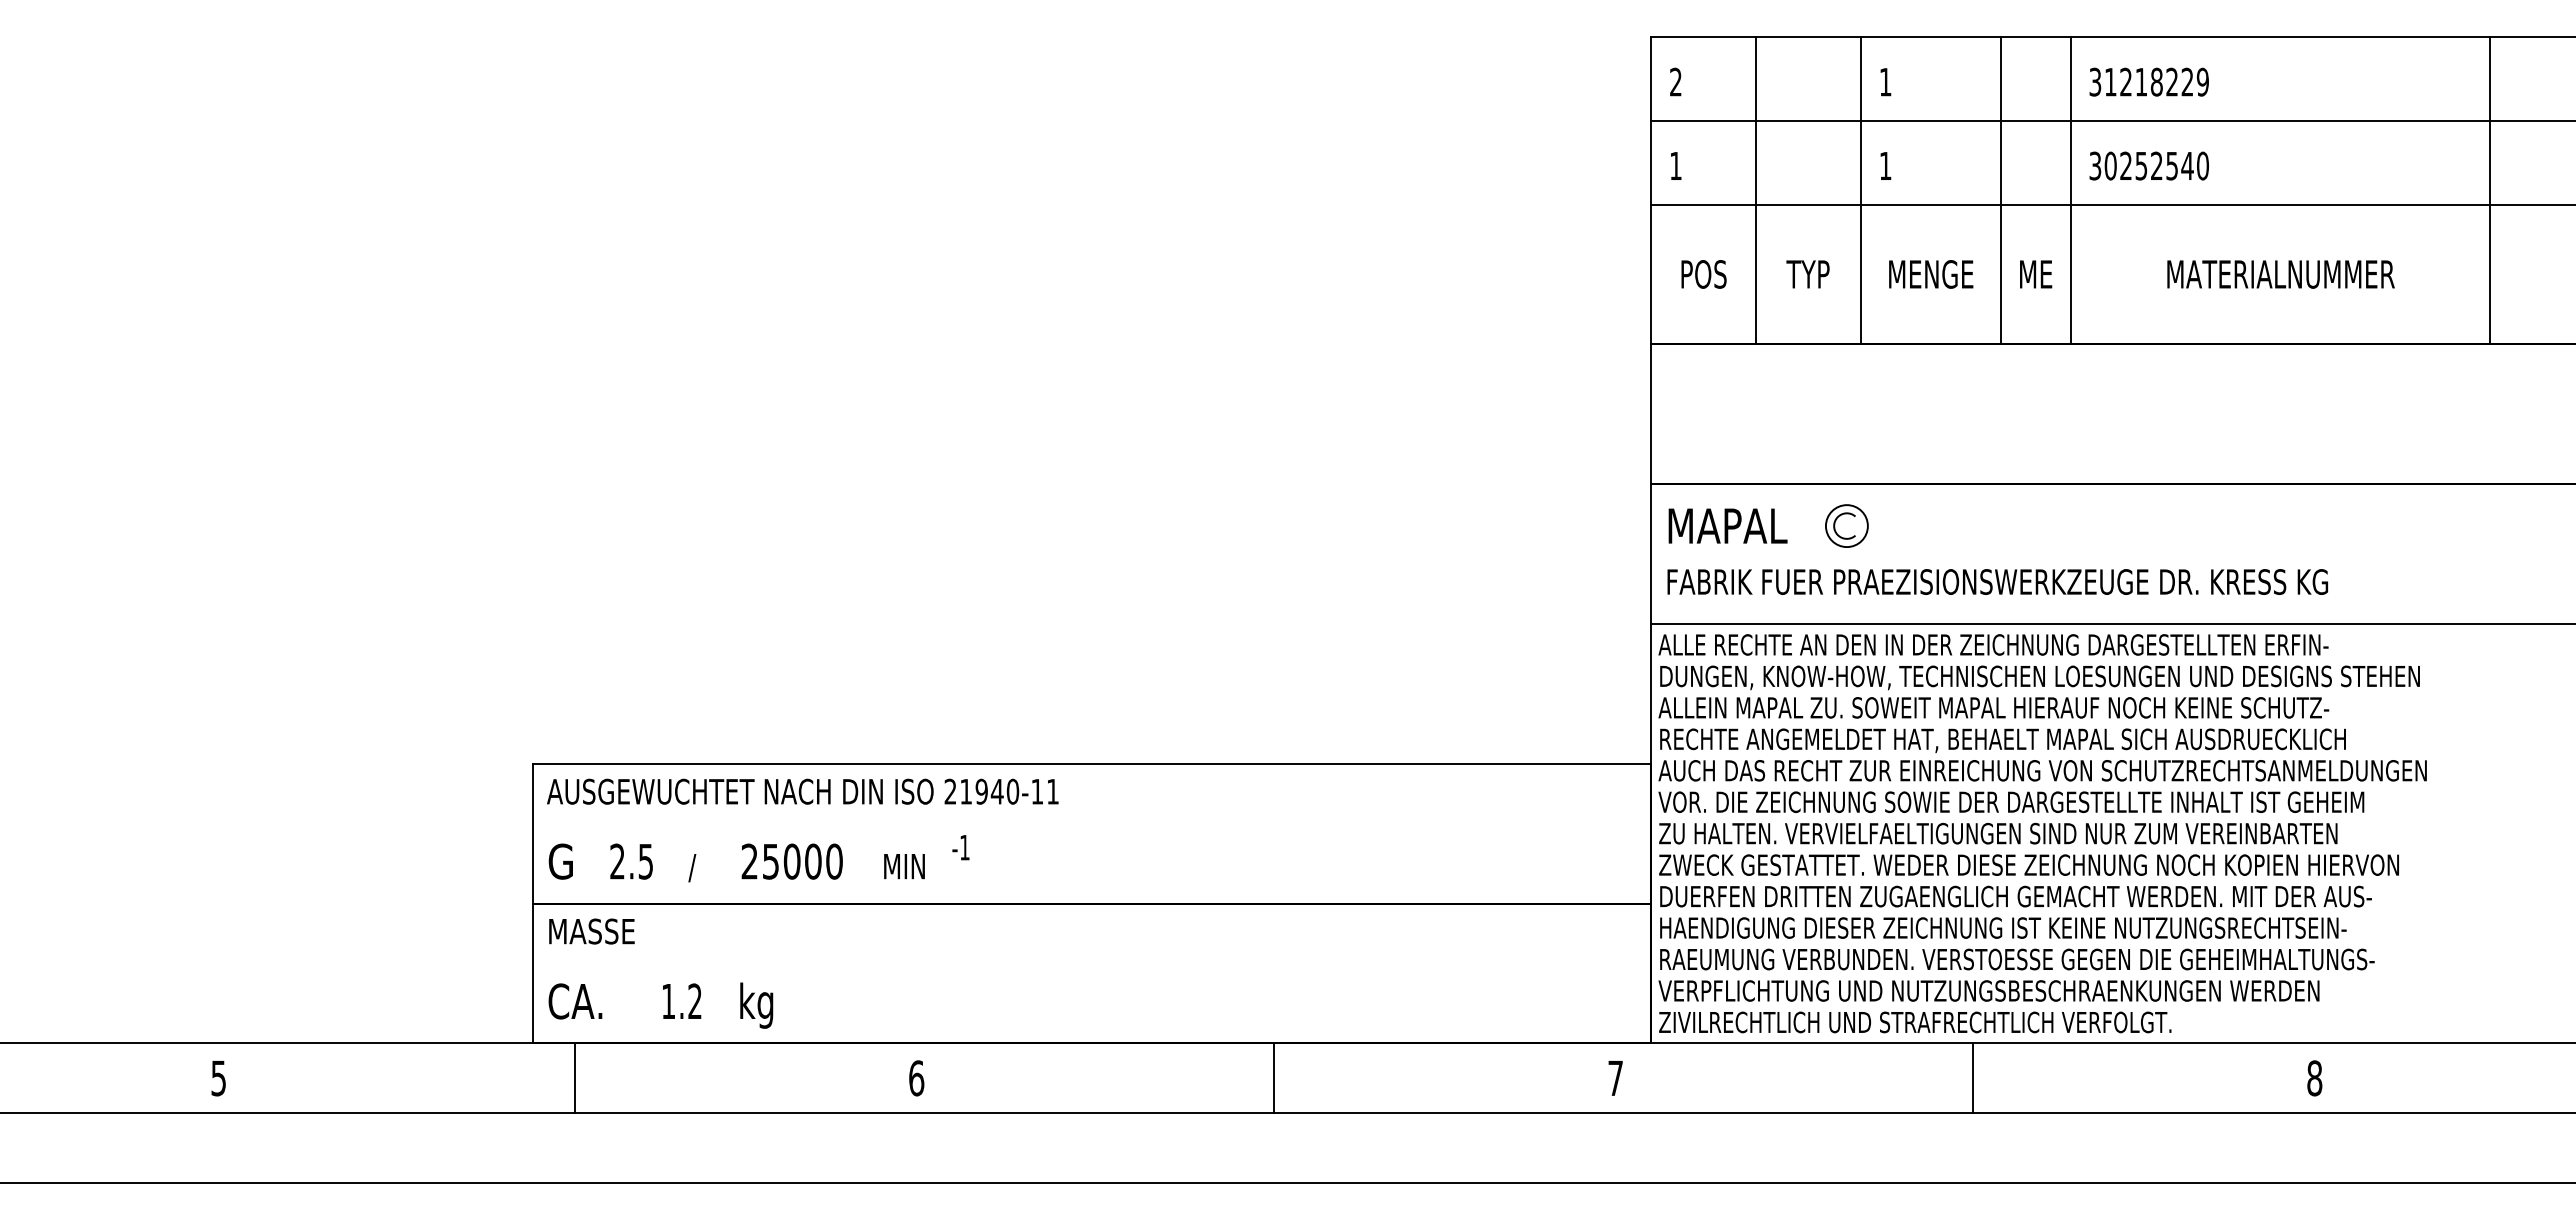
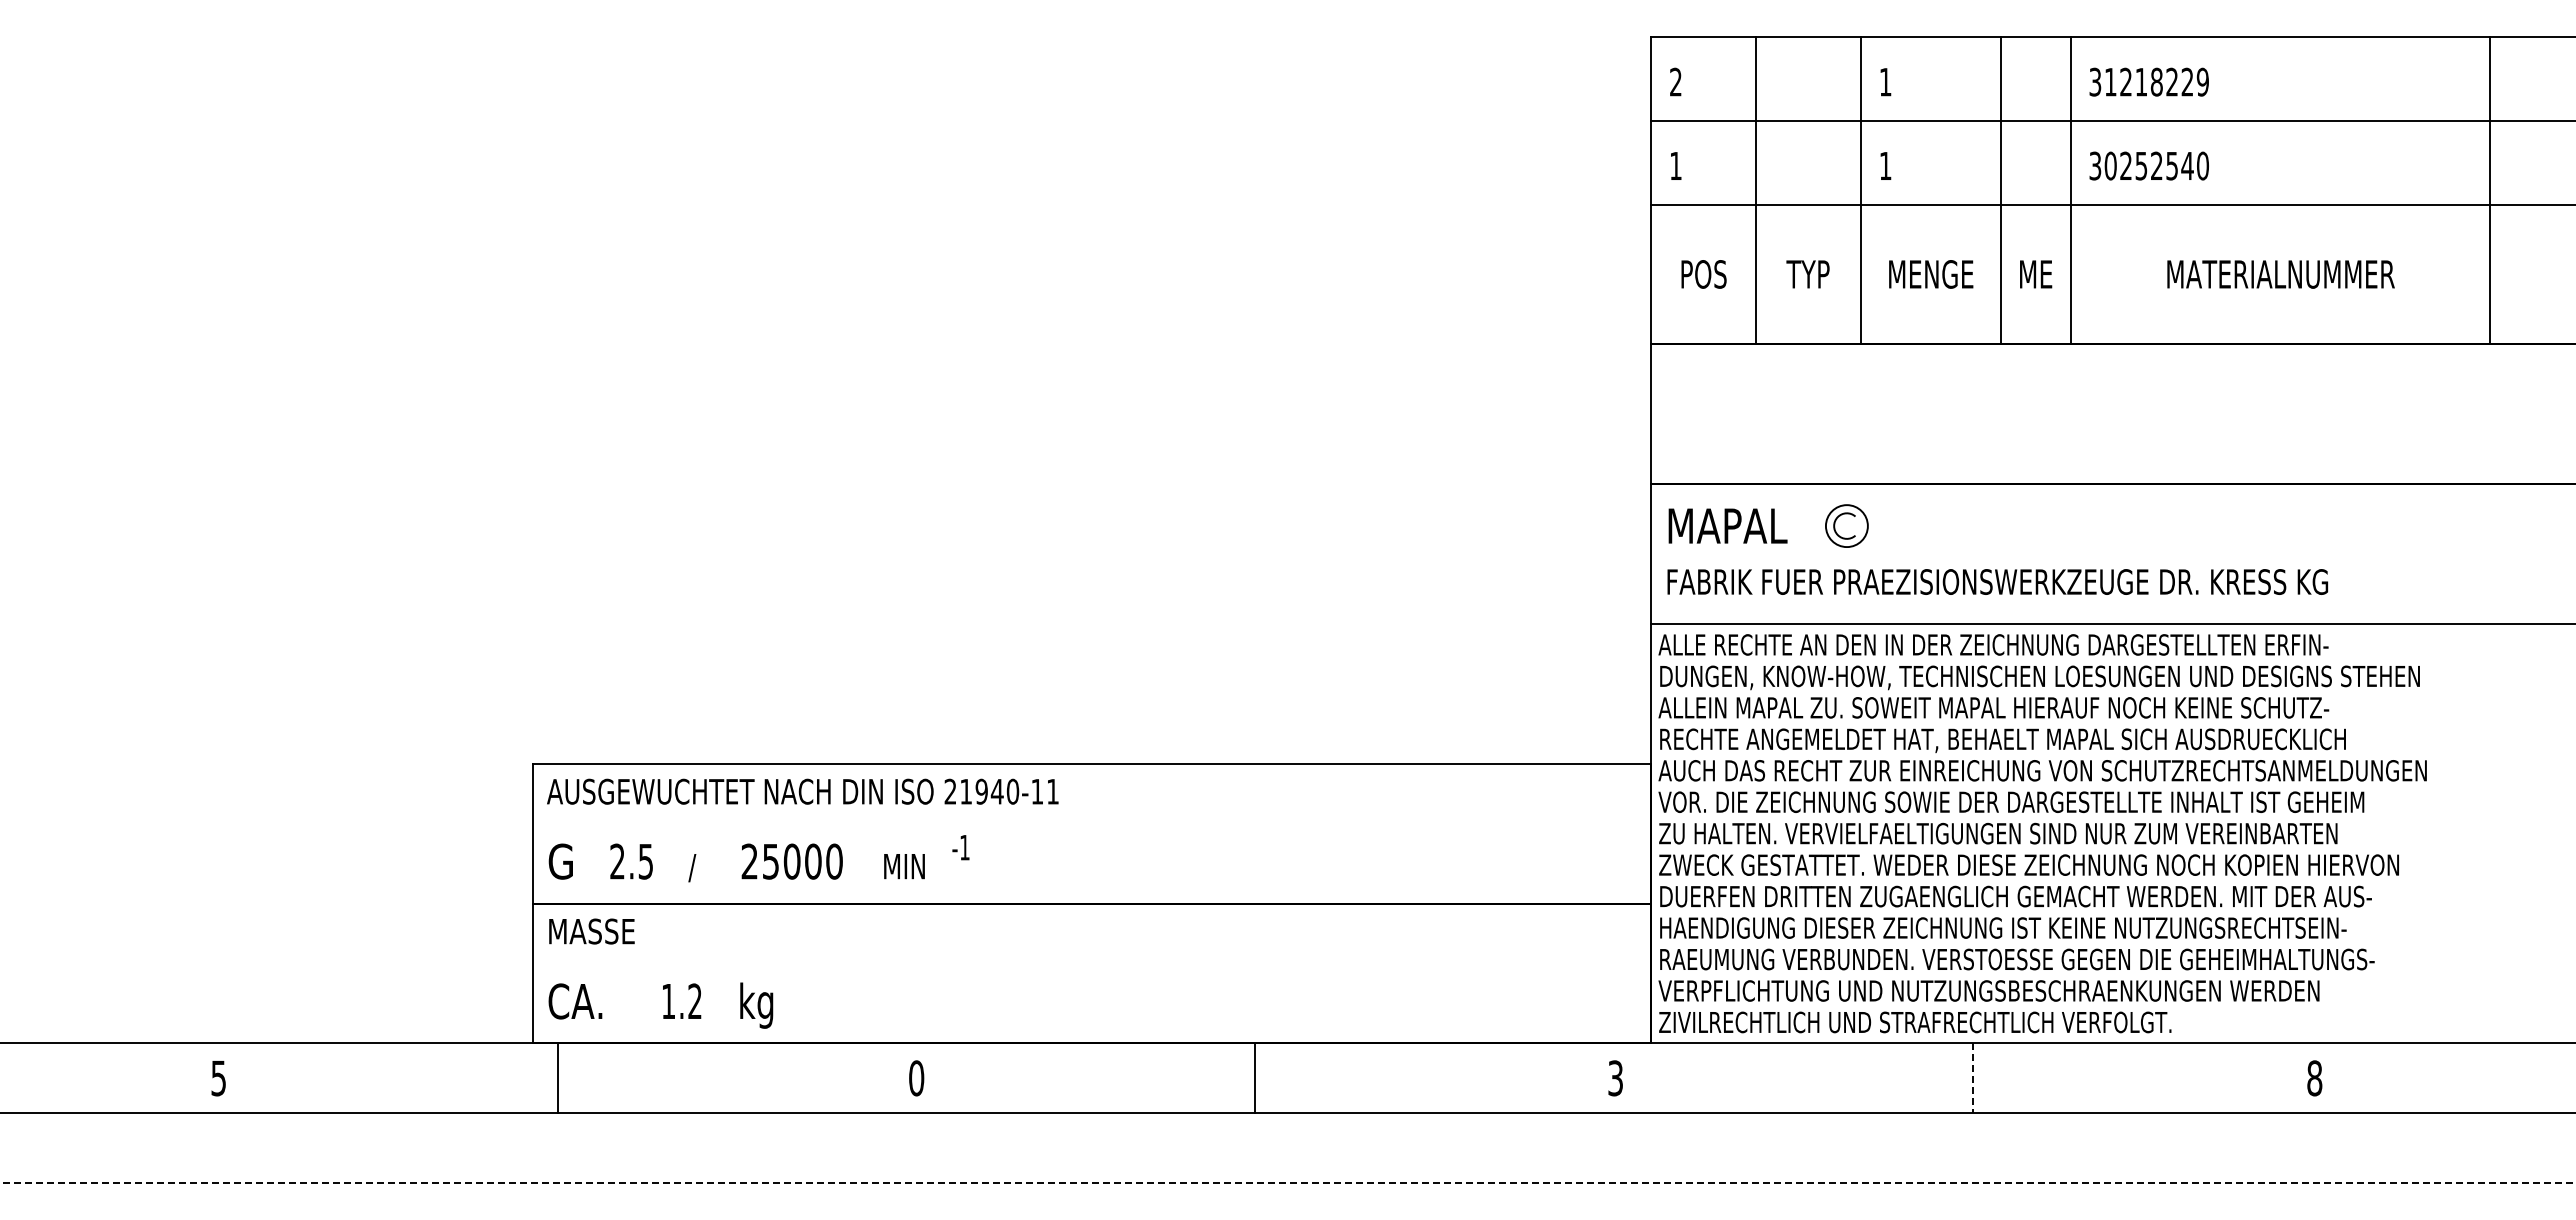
line at (574, 1078) position: (574, 1078) -> (557, 1078)
text at (916, 1078): 6 -> 0
line at (1273, 1078) position: (1273, 1078) -> (1254, 1078)
text at (1615, 1078): 7 -> 3
line at (1972, 1078): solid -> dashed
line at (1288, 1183): solid -> dashed
